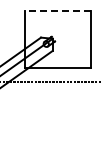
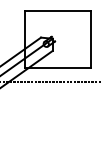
line at (57, 10): dashed -> solid
